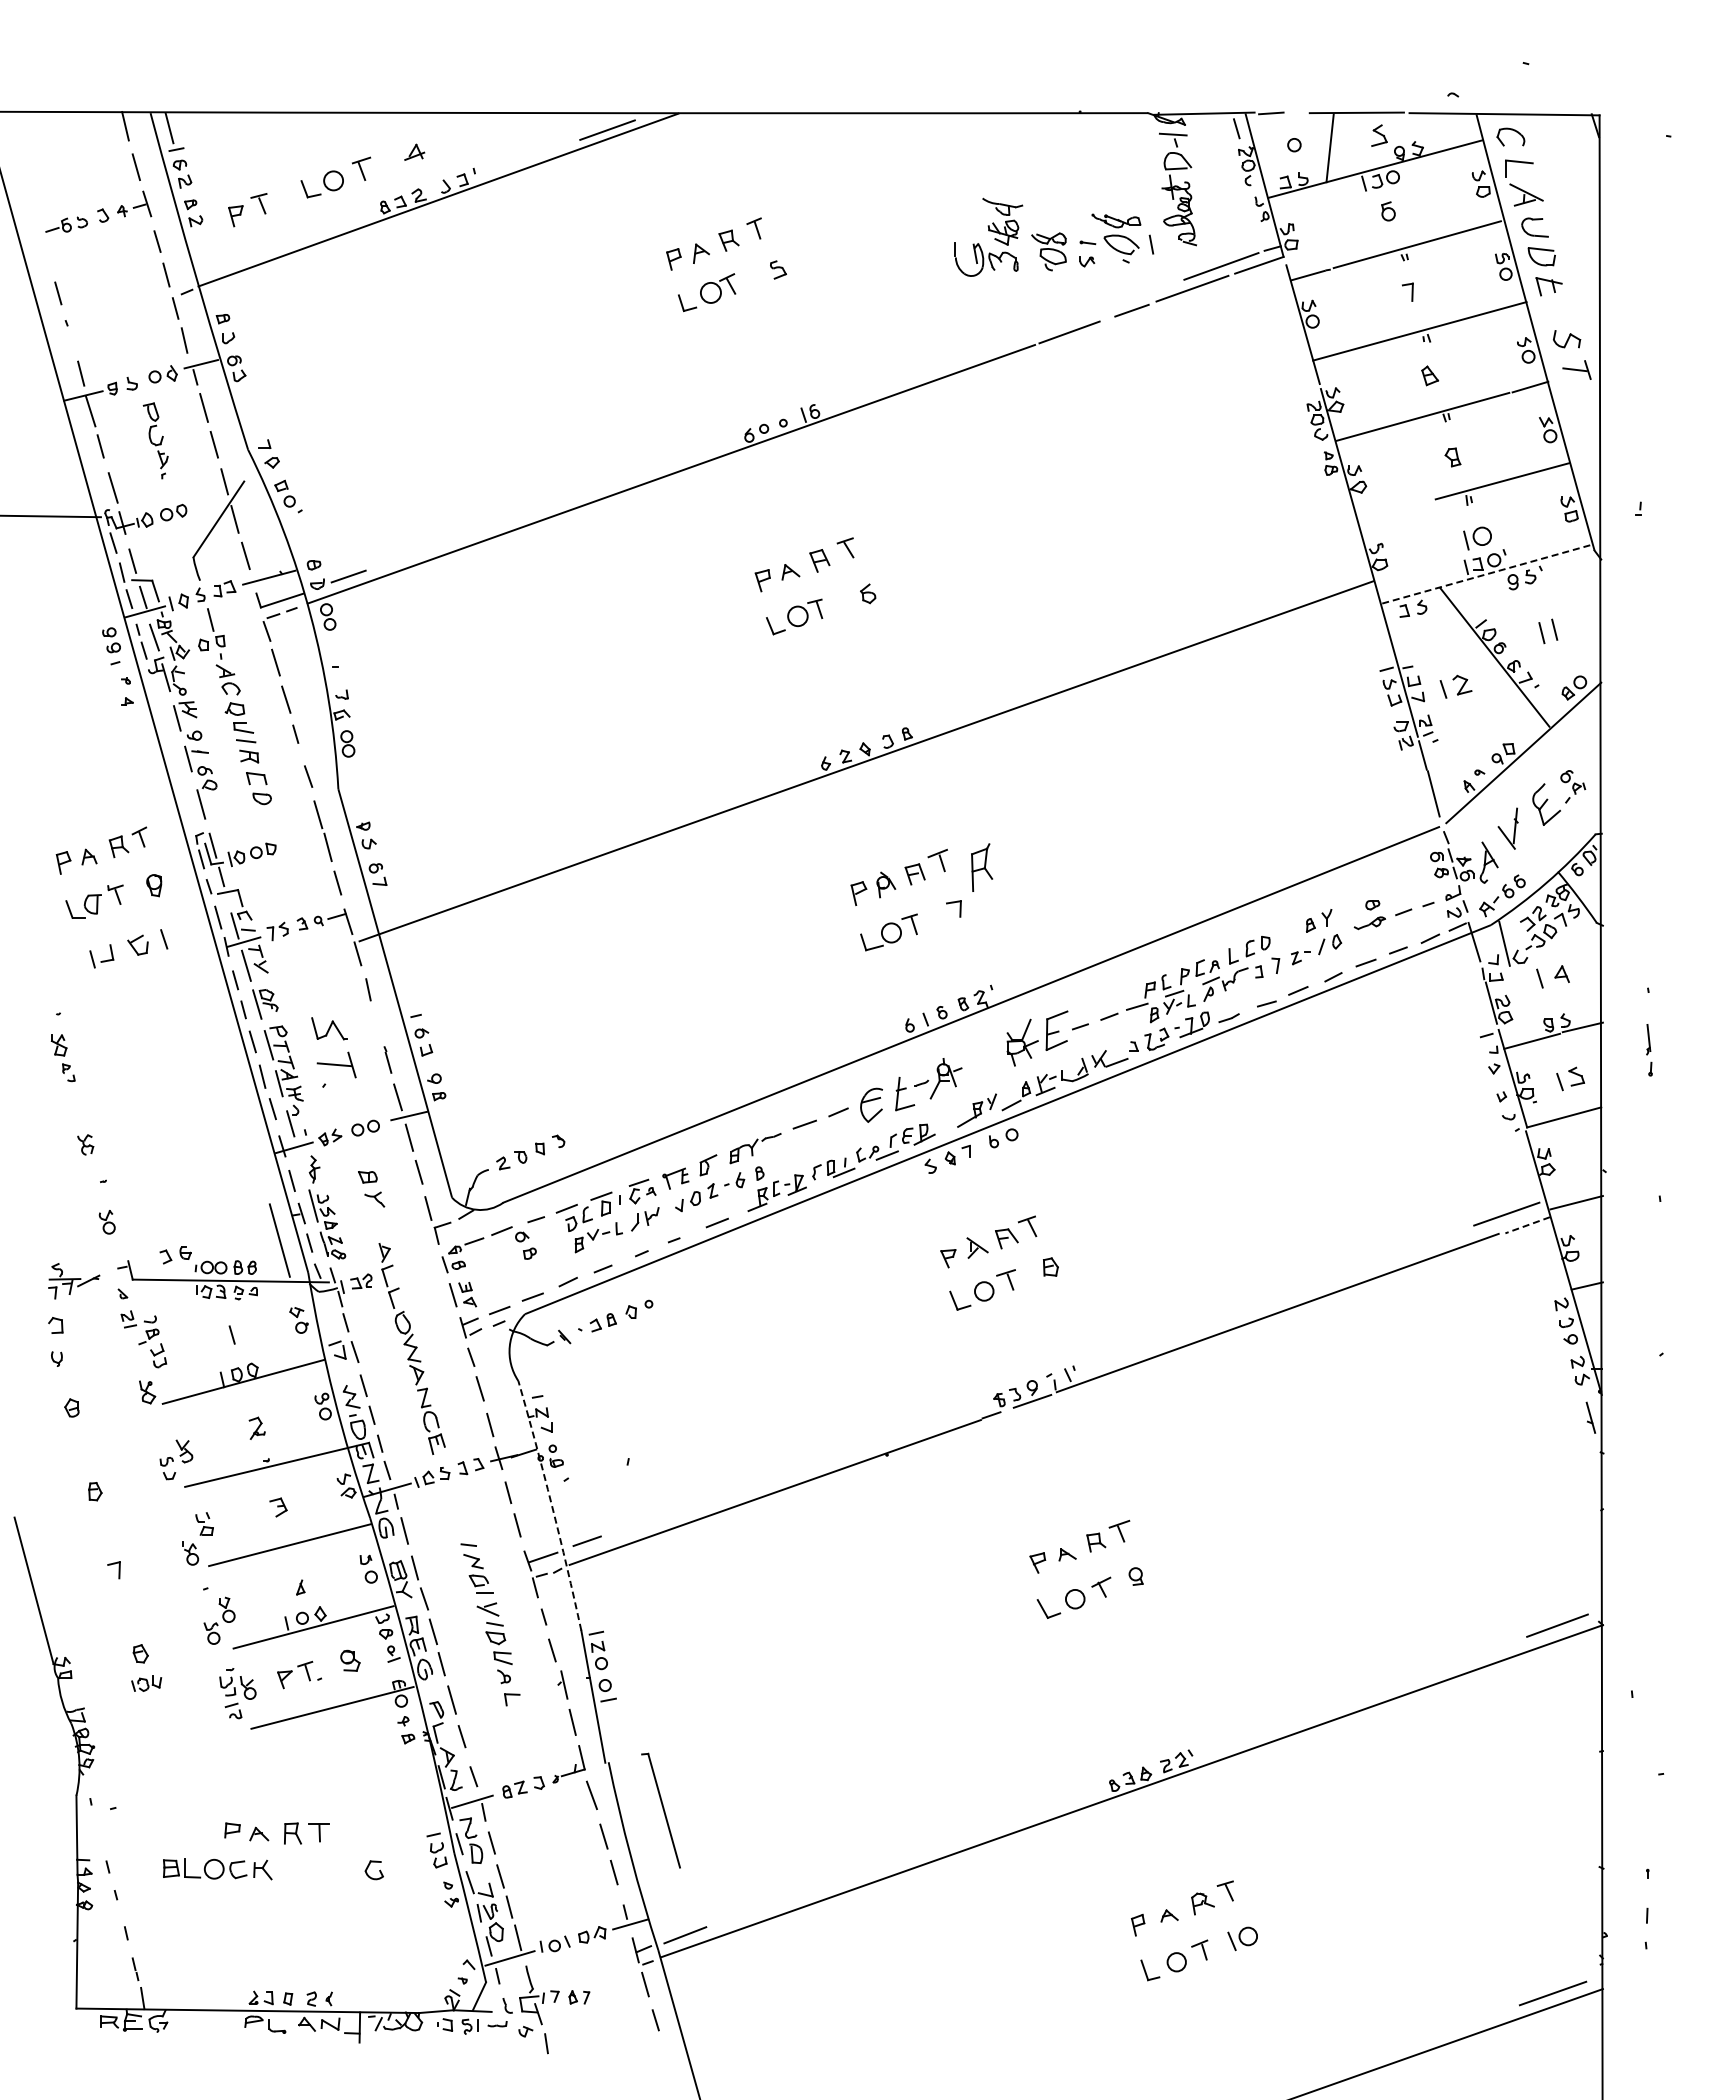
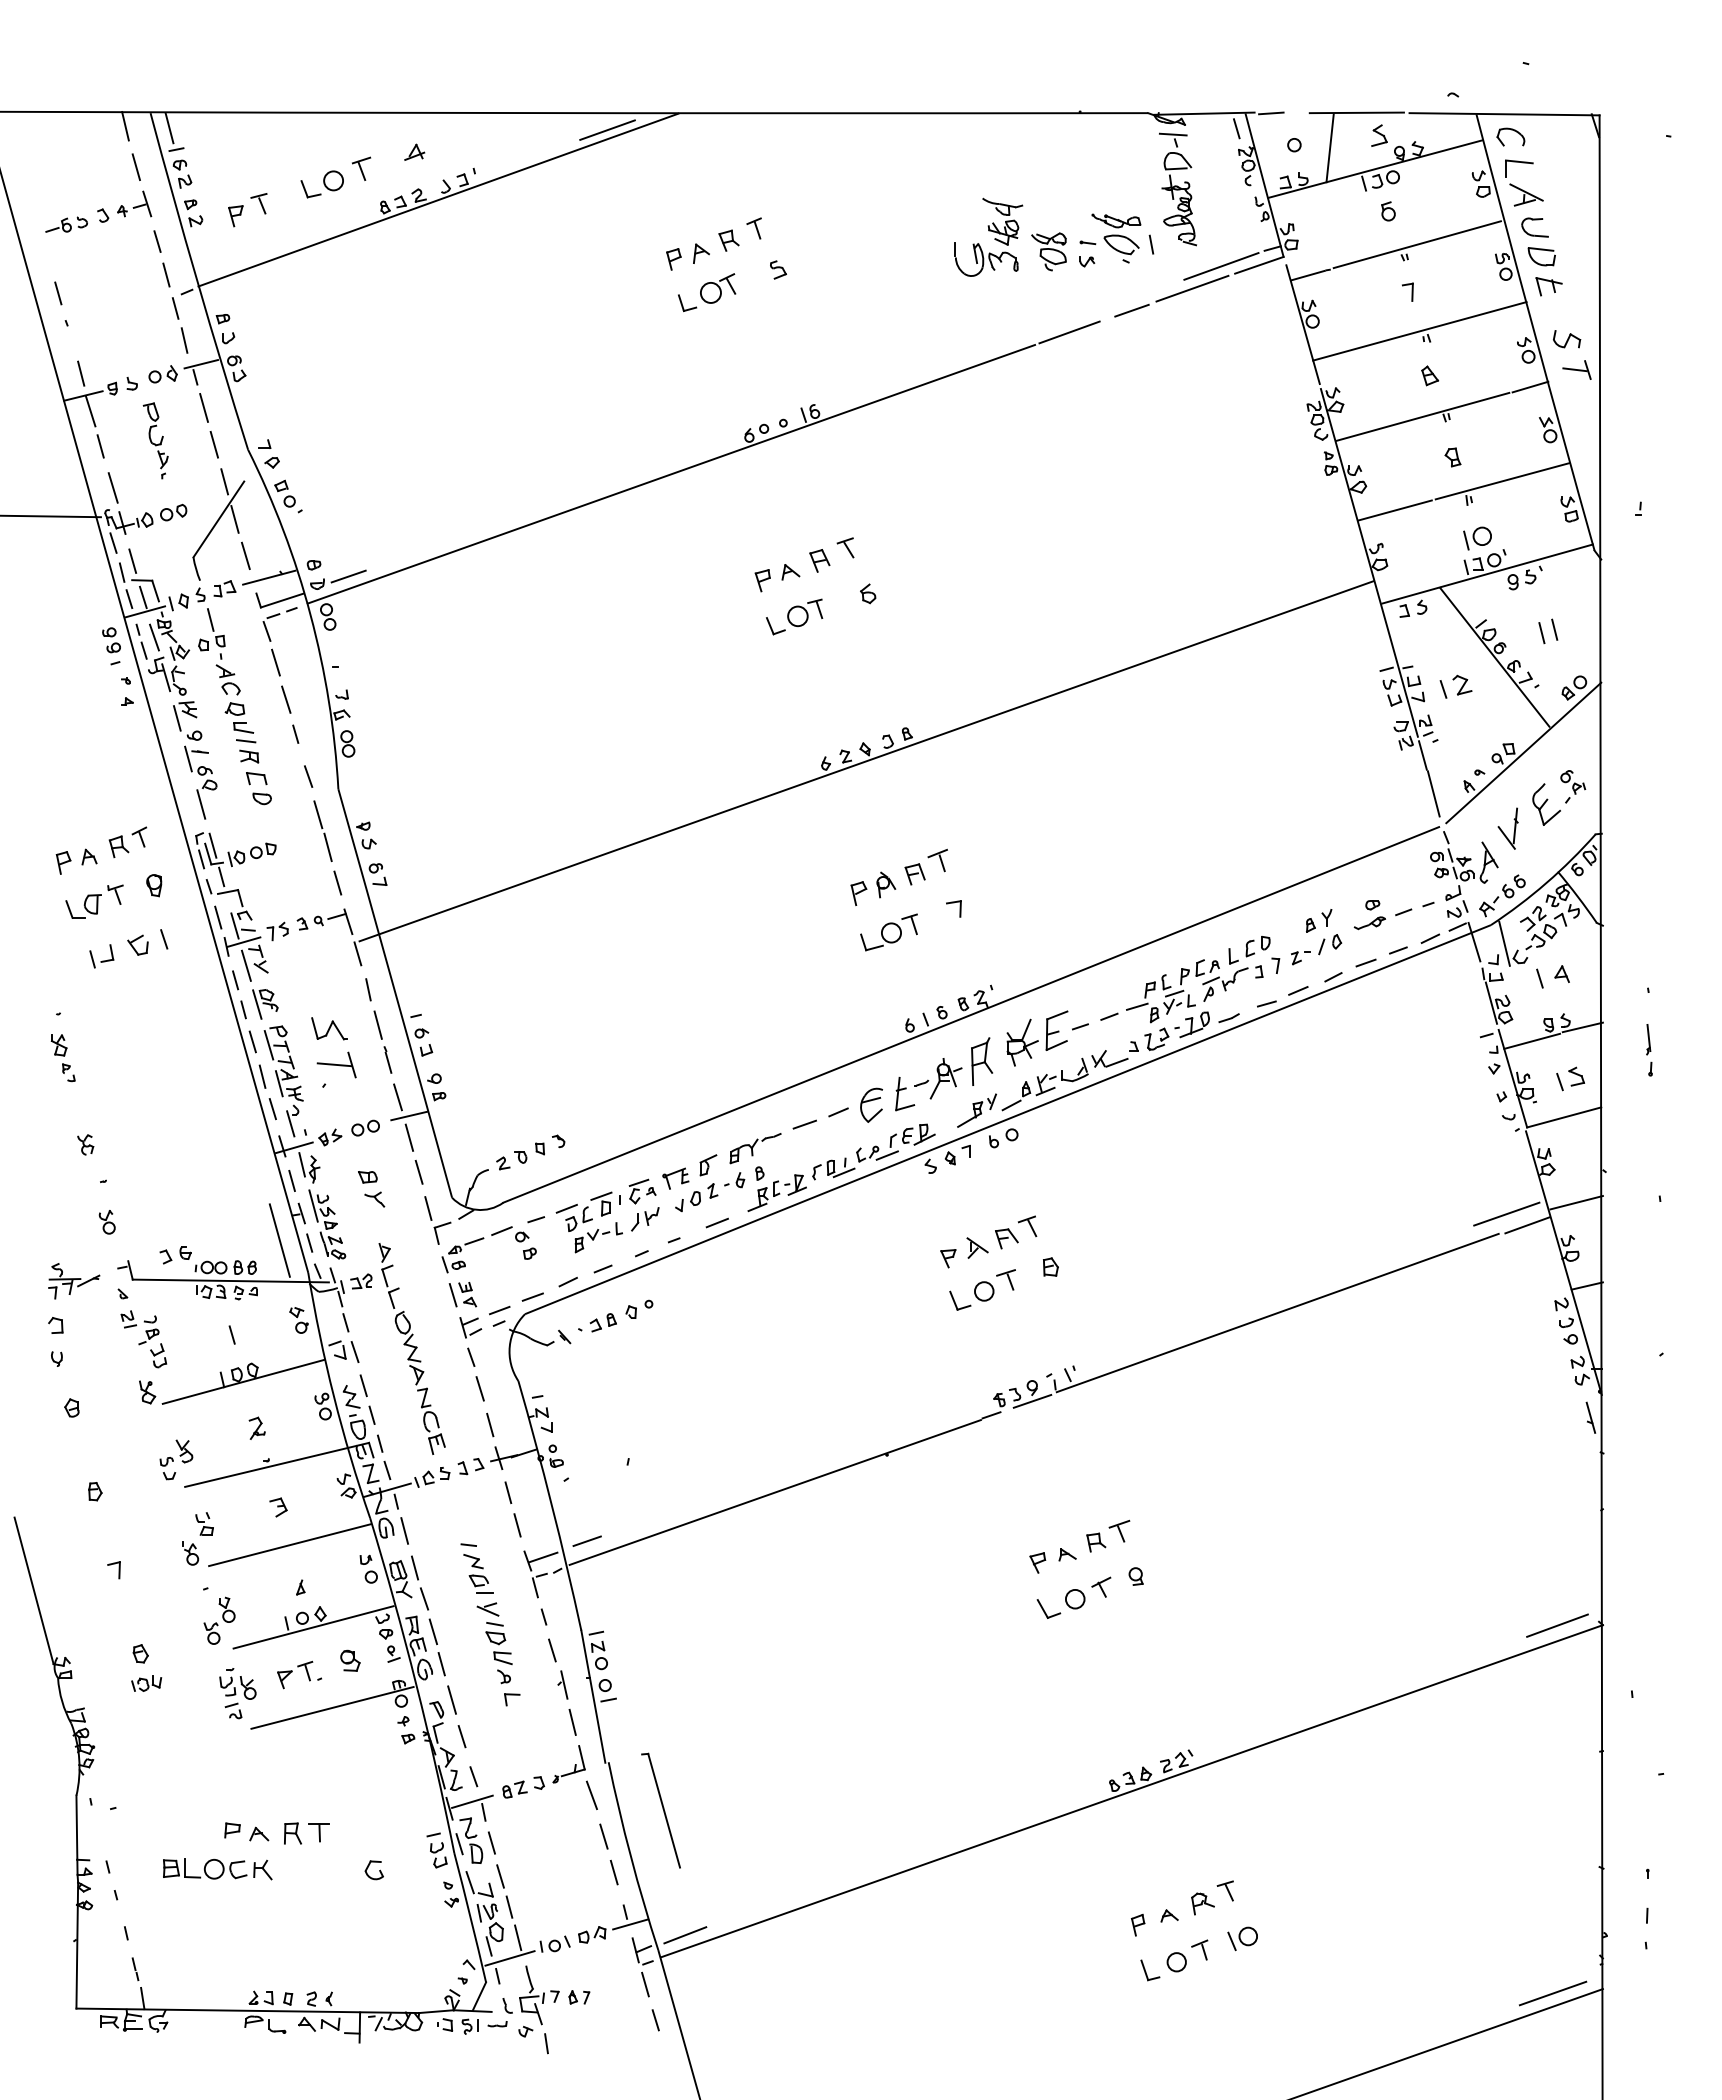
line at (1394, 510): none -> present
line at (1488, 573): dashed -> solid
part at (981, 867) position: (981, 867) -> (981, 1061)
line at (377, 1024): none -> present
line at (301, 1164): none -> present
line at (1527, 1225): dashed -> solid
arc at (551, 1505): dashed -> solid
